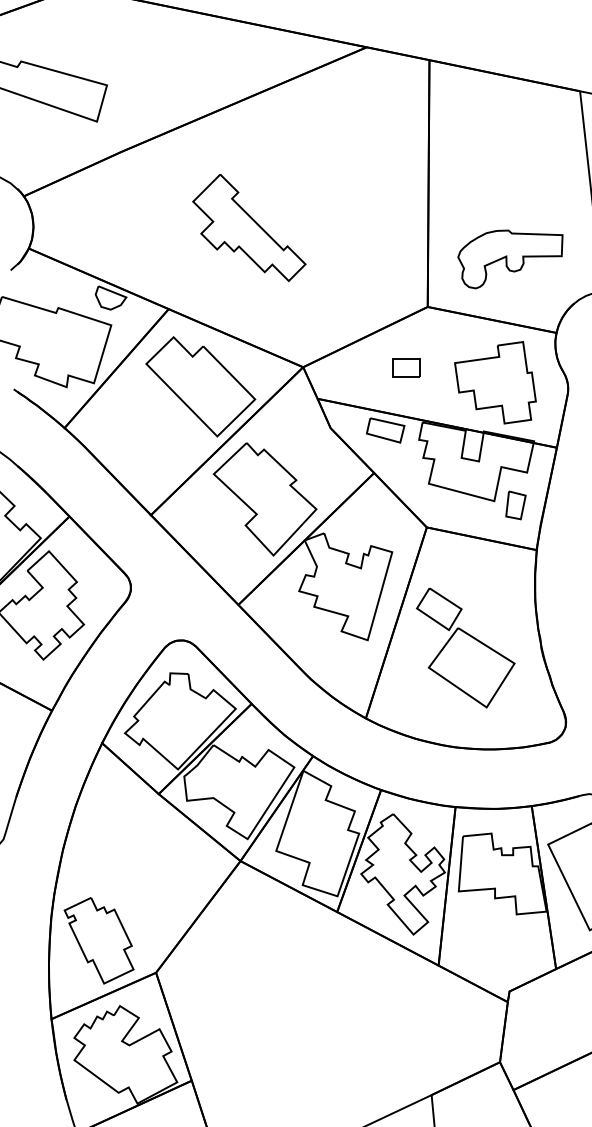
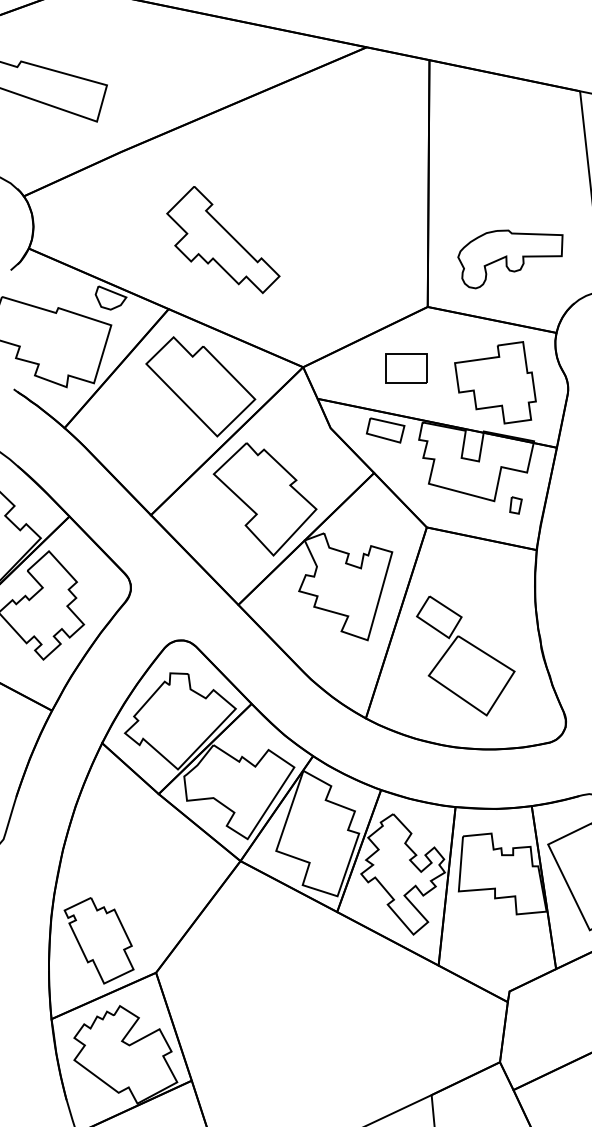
part at (249, 228) position: (249, 228) -> (223, 240)
part at (406, 367) size: 29x20 px -> 43x31 px
part at (515, 505) size: 22x31 px -> 14x19 px
part at (465, 647) position: (465, 647) -> (465, 655)
